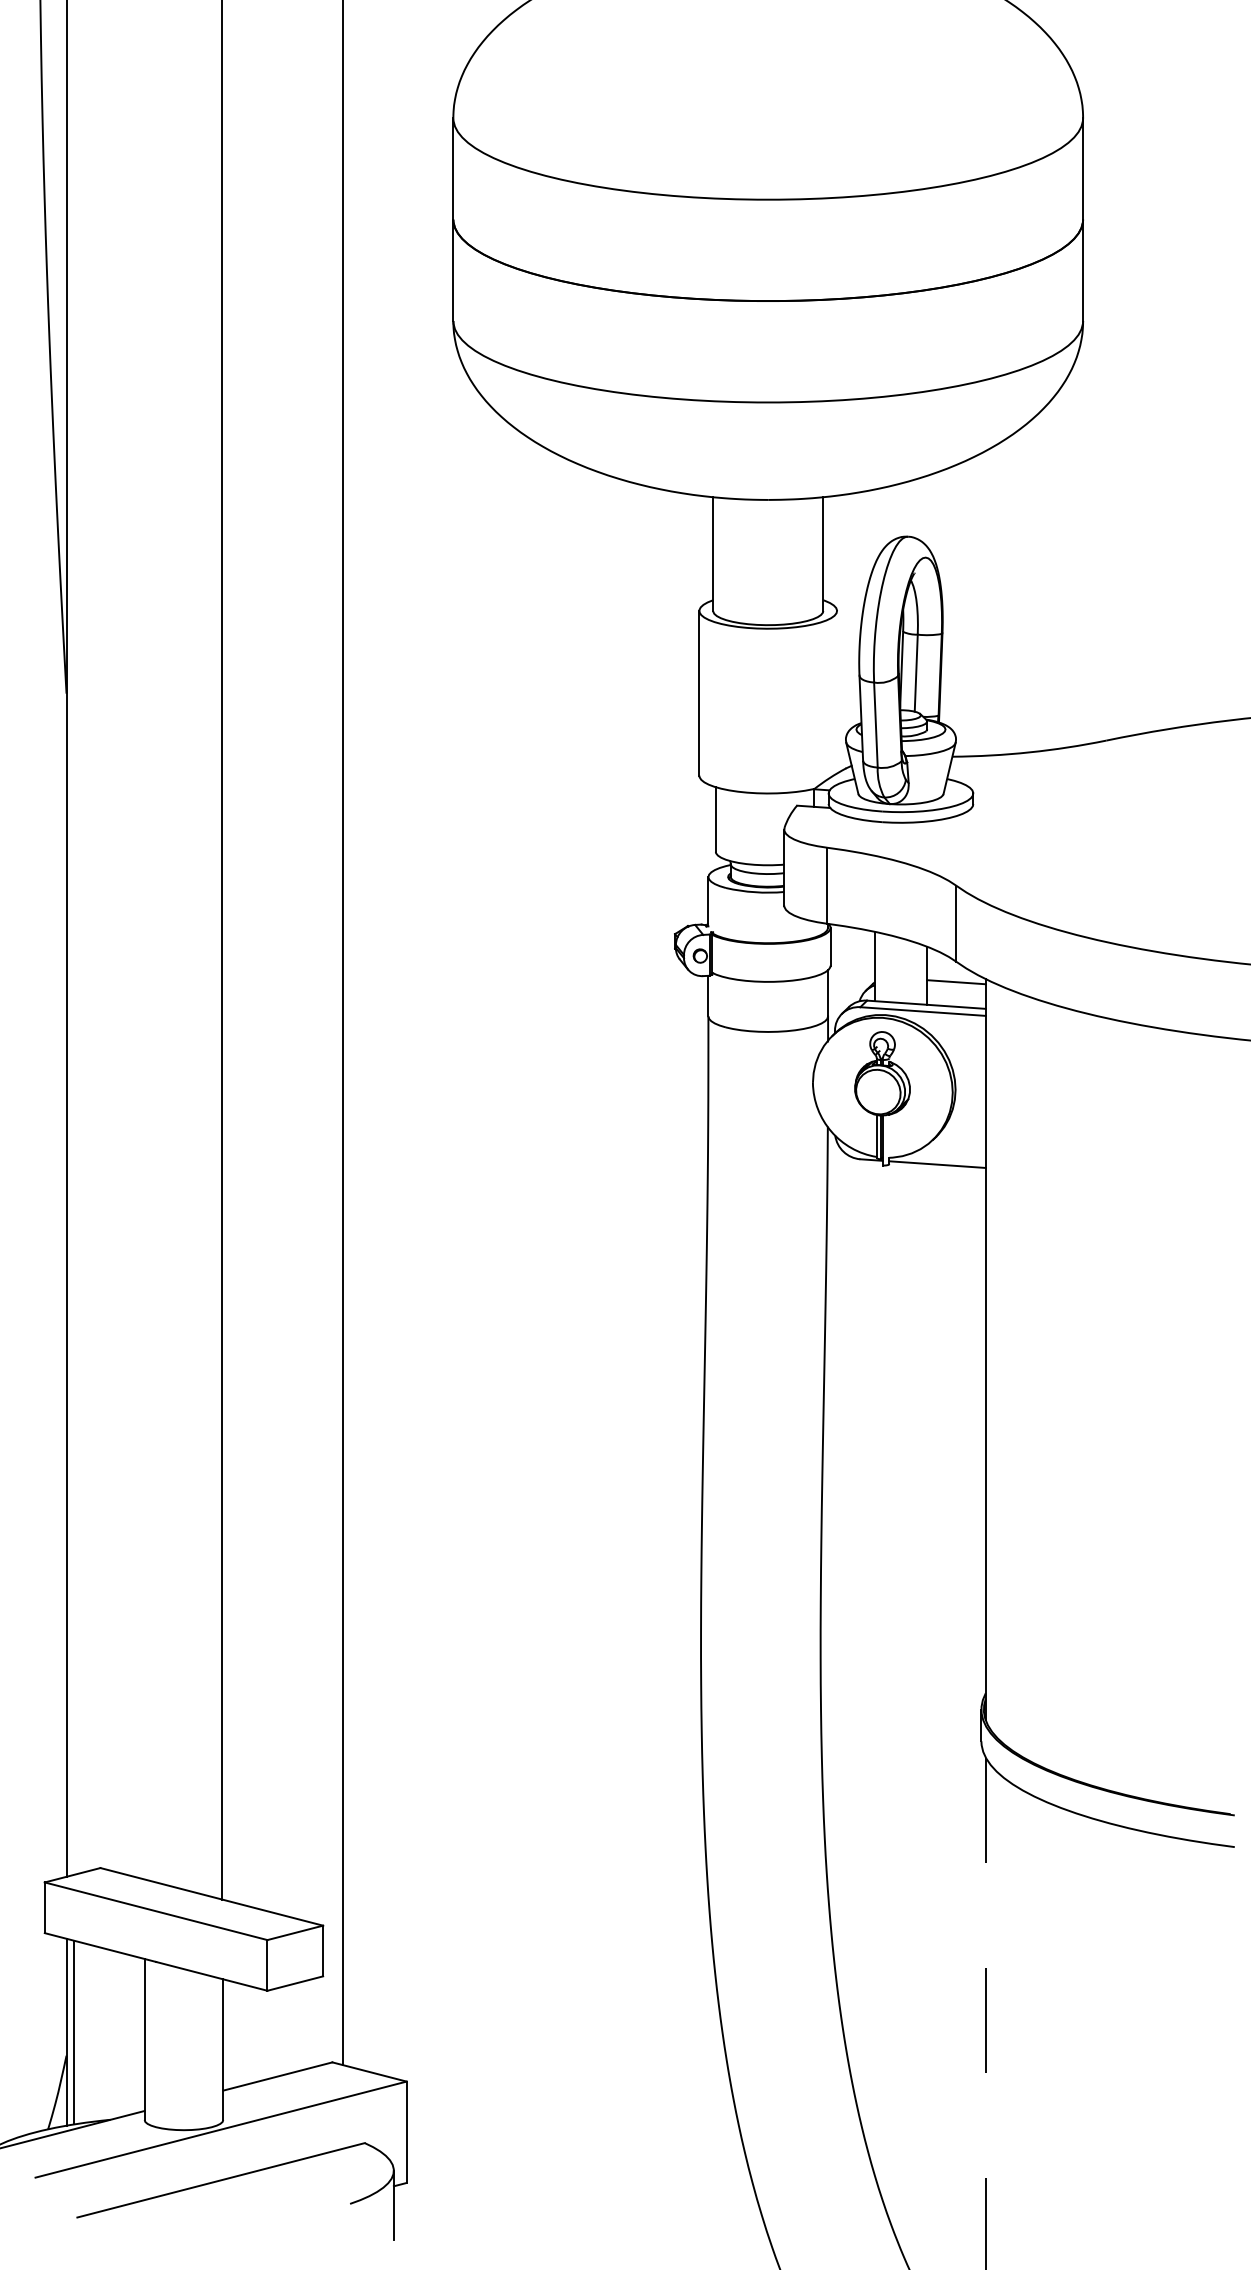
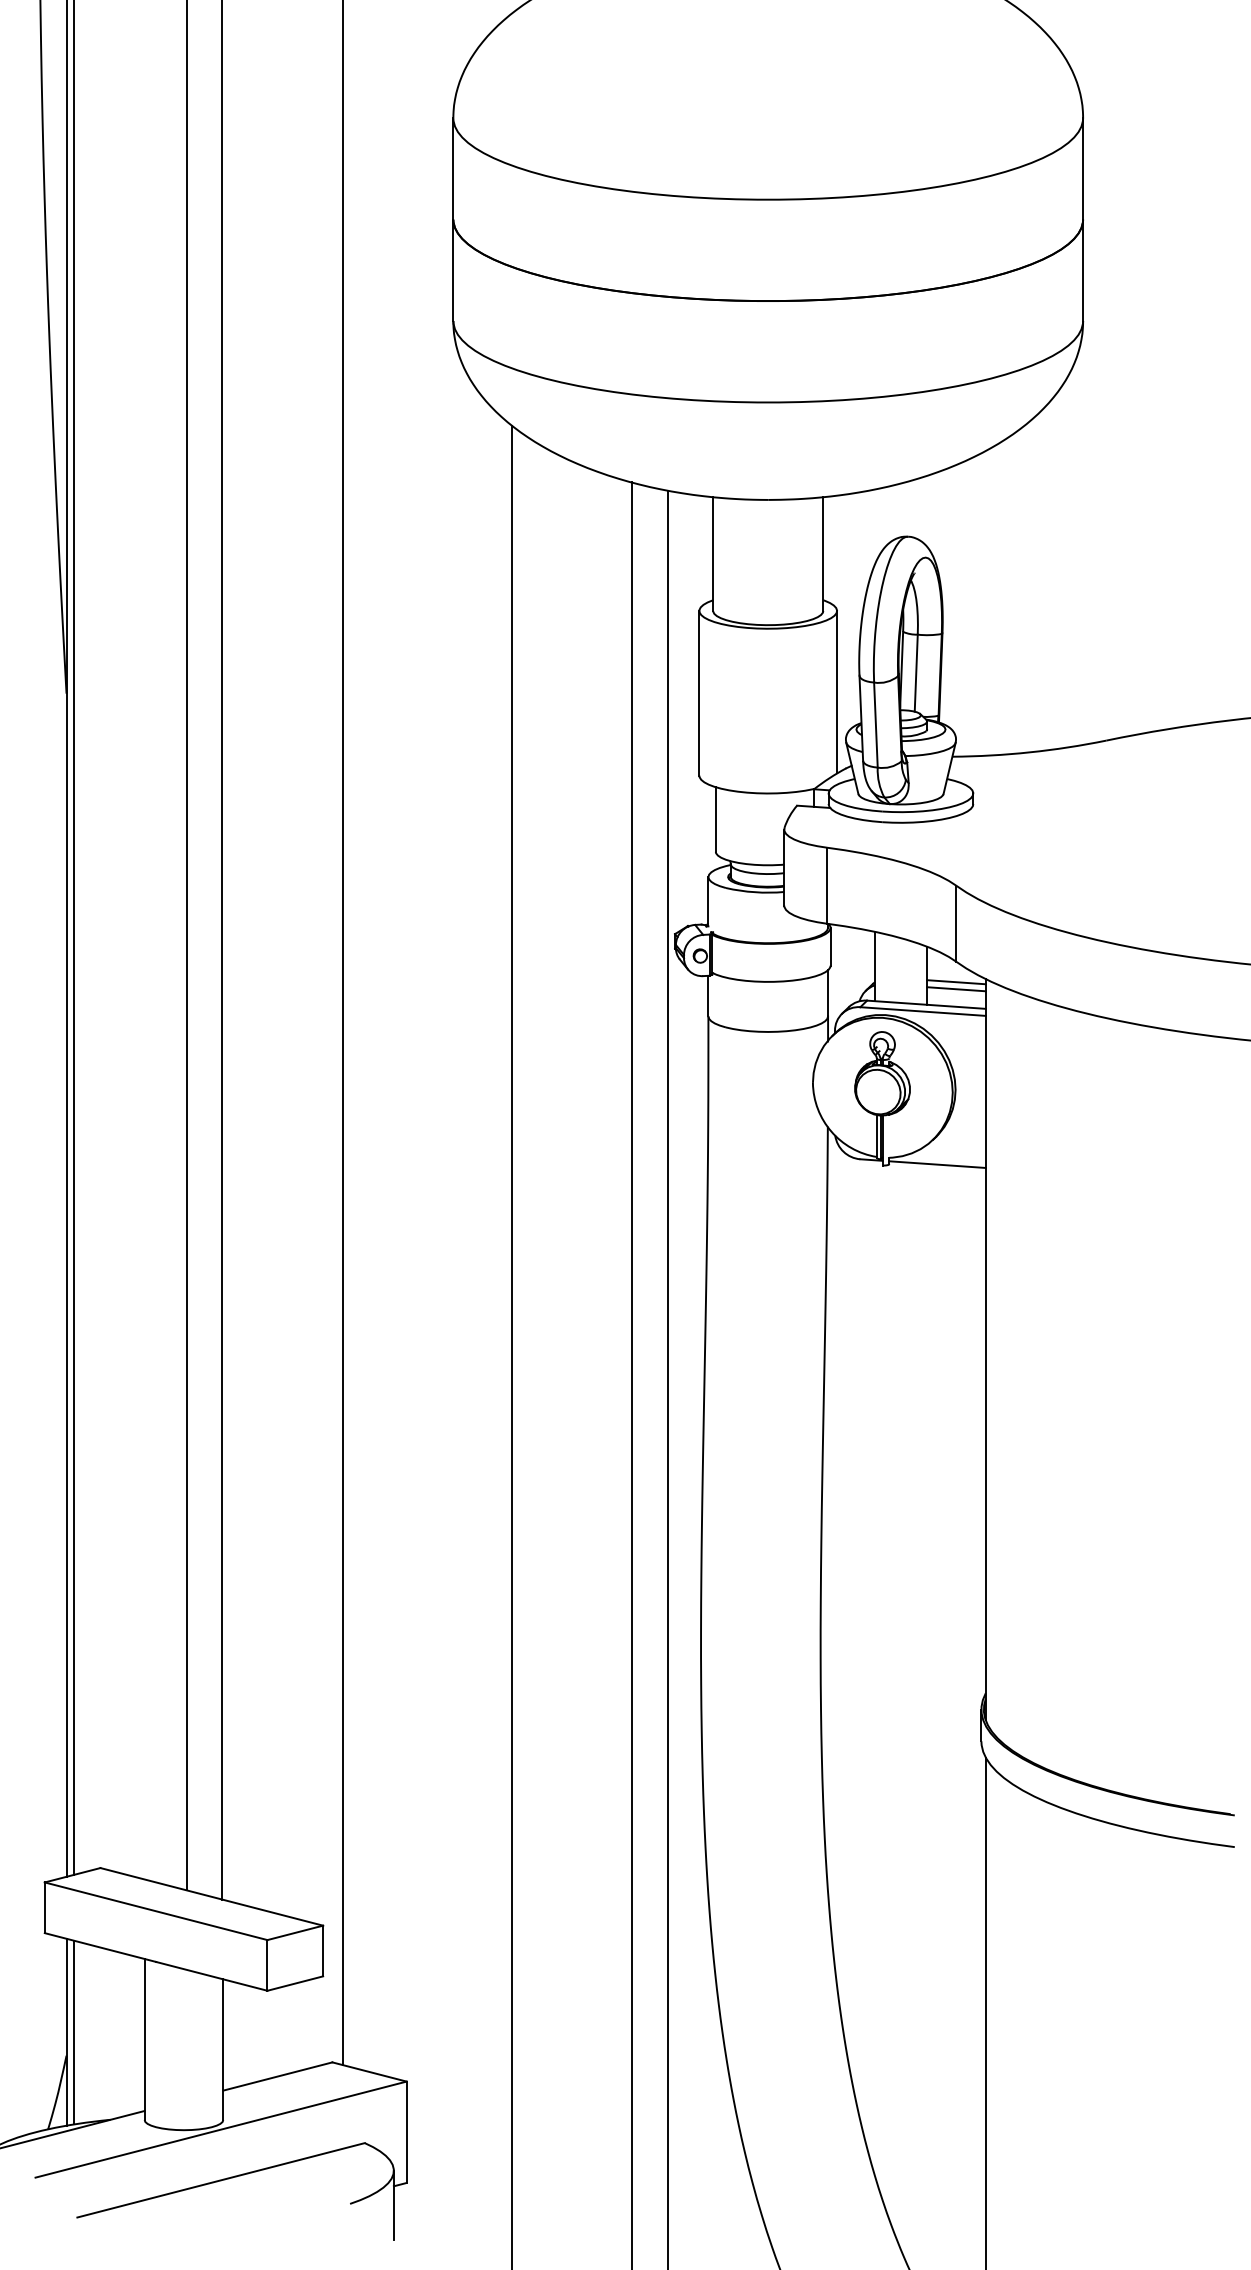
line at (837, 691): none -> present
line at (73, 938): none -> present
line at (186, 946): none -> present
line at (956, 989): none -> present
line at (511, 1345): none -> present
line at (632, 1374): none -> present
line at (667, 1378): none -> present
line at (985, 2013): dashed -> solid
